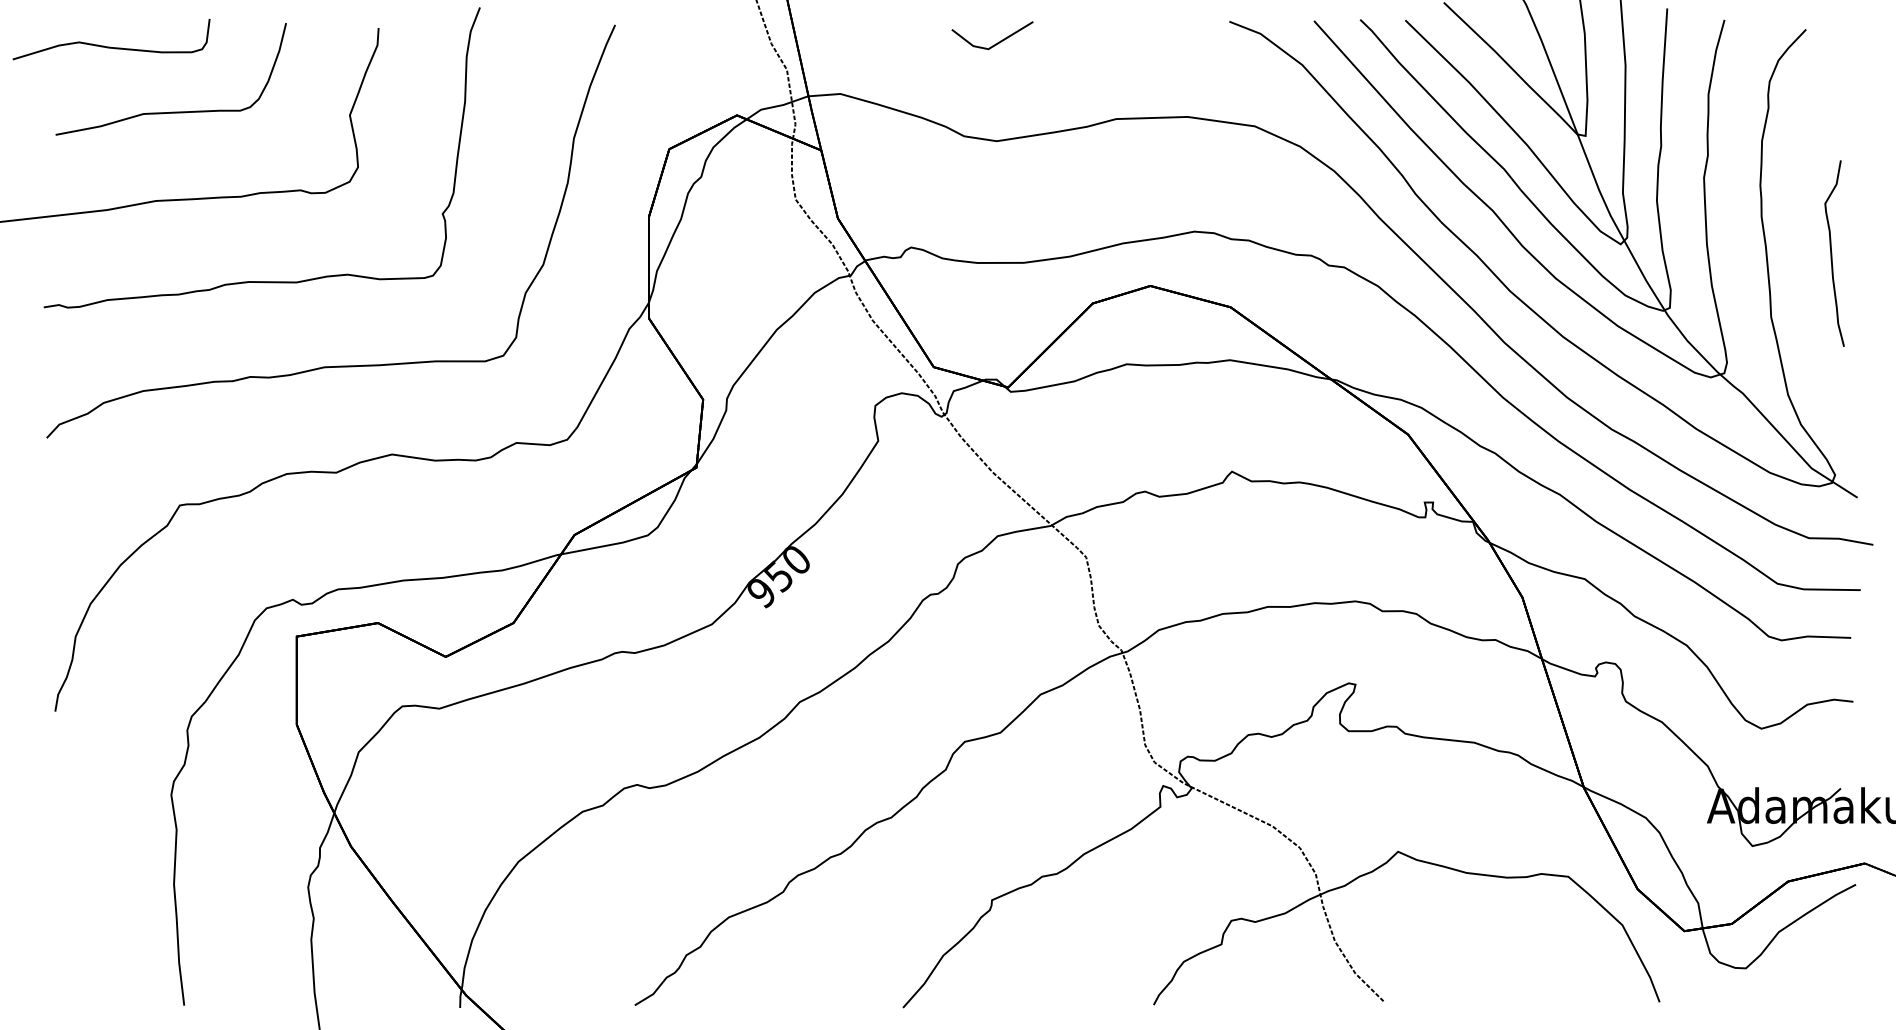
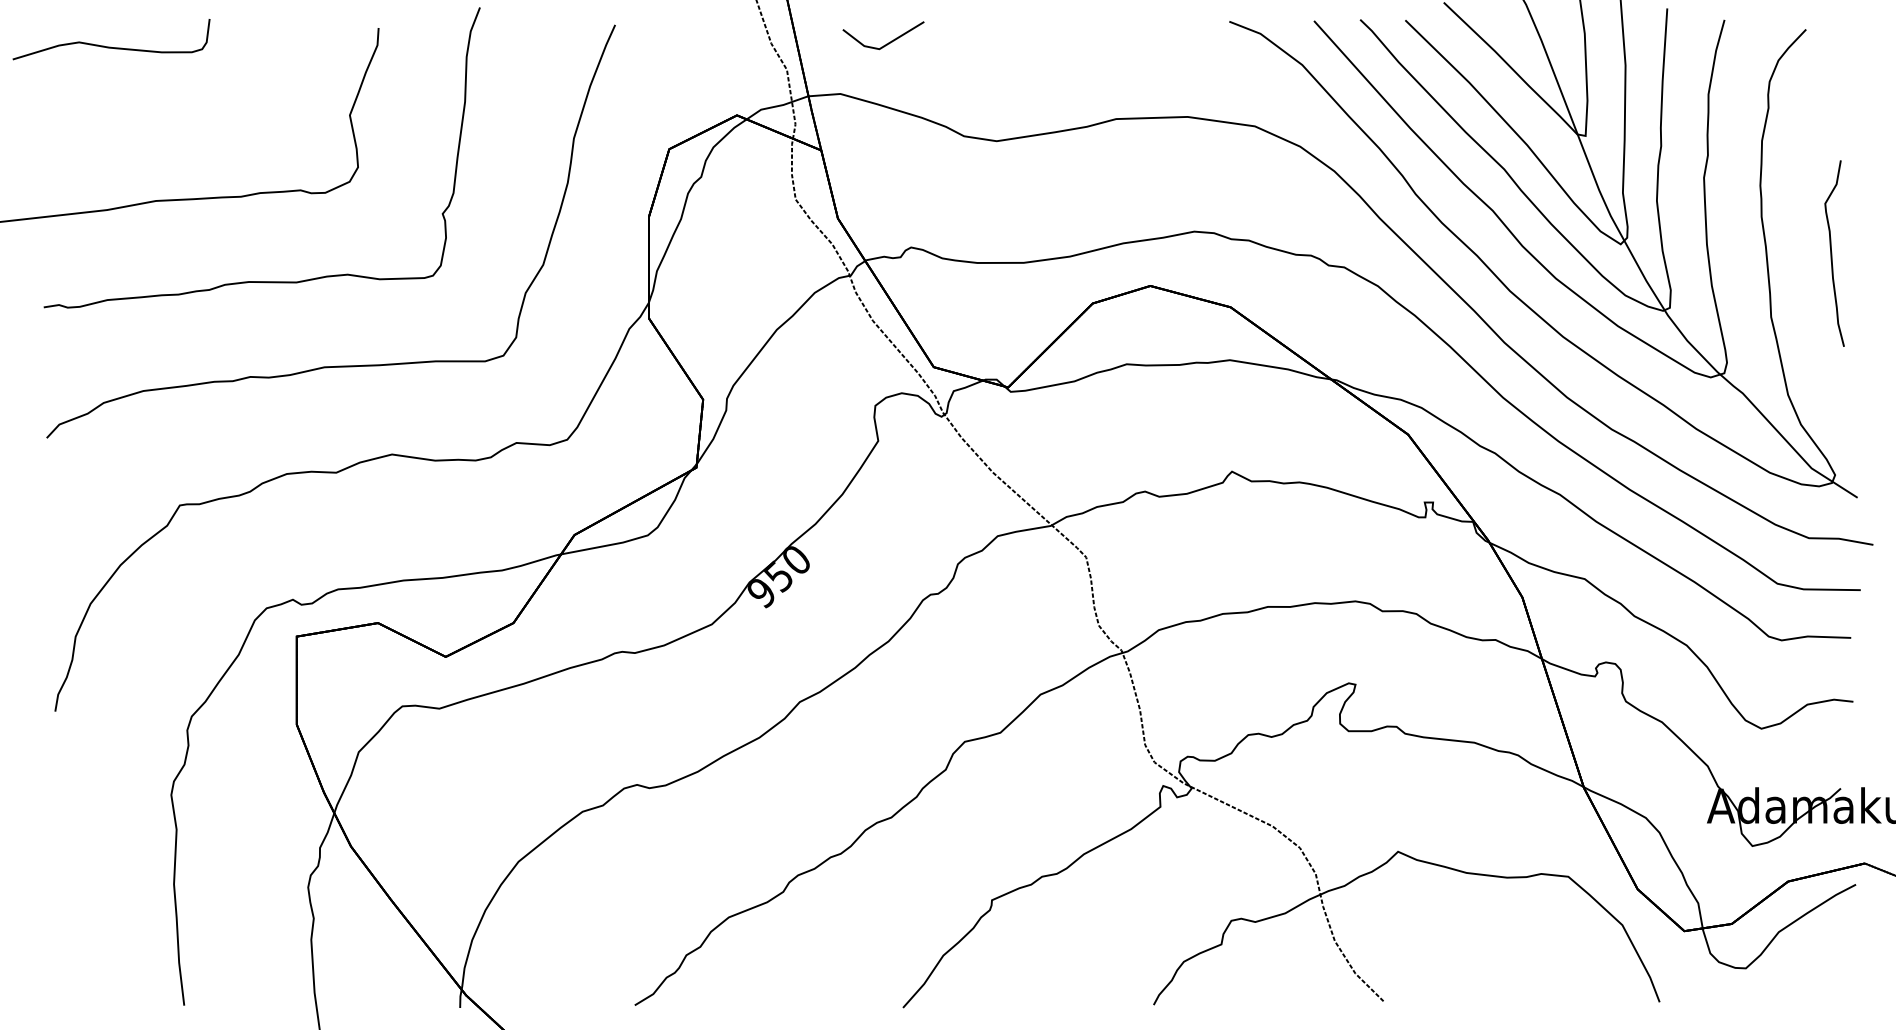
line at (995, 43) position: (995, 43) -> (886, 43)
curve at (171, 111): present -> none
